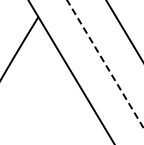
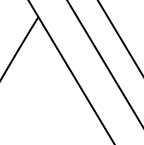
line at (123, 30) position: (123, 30) -> (119, 36)
line at (105, 64): dashed -> solid
